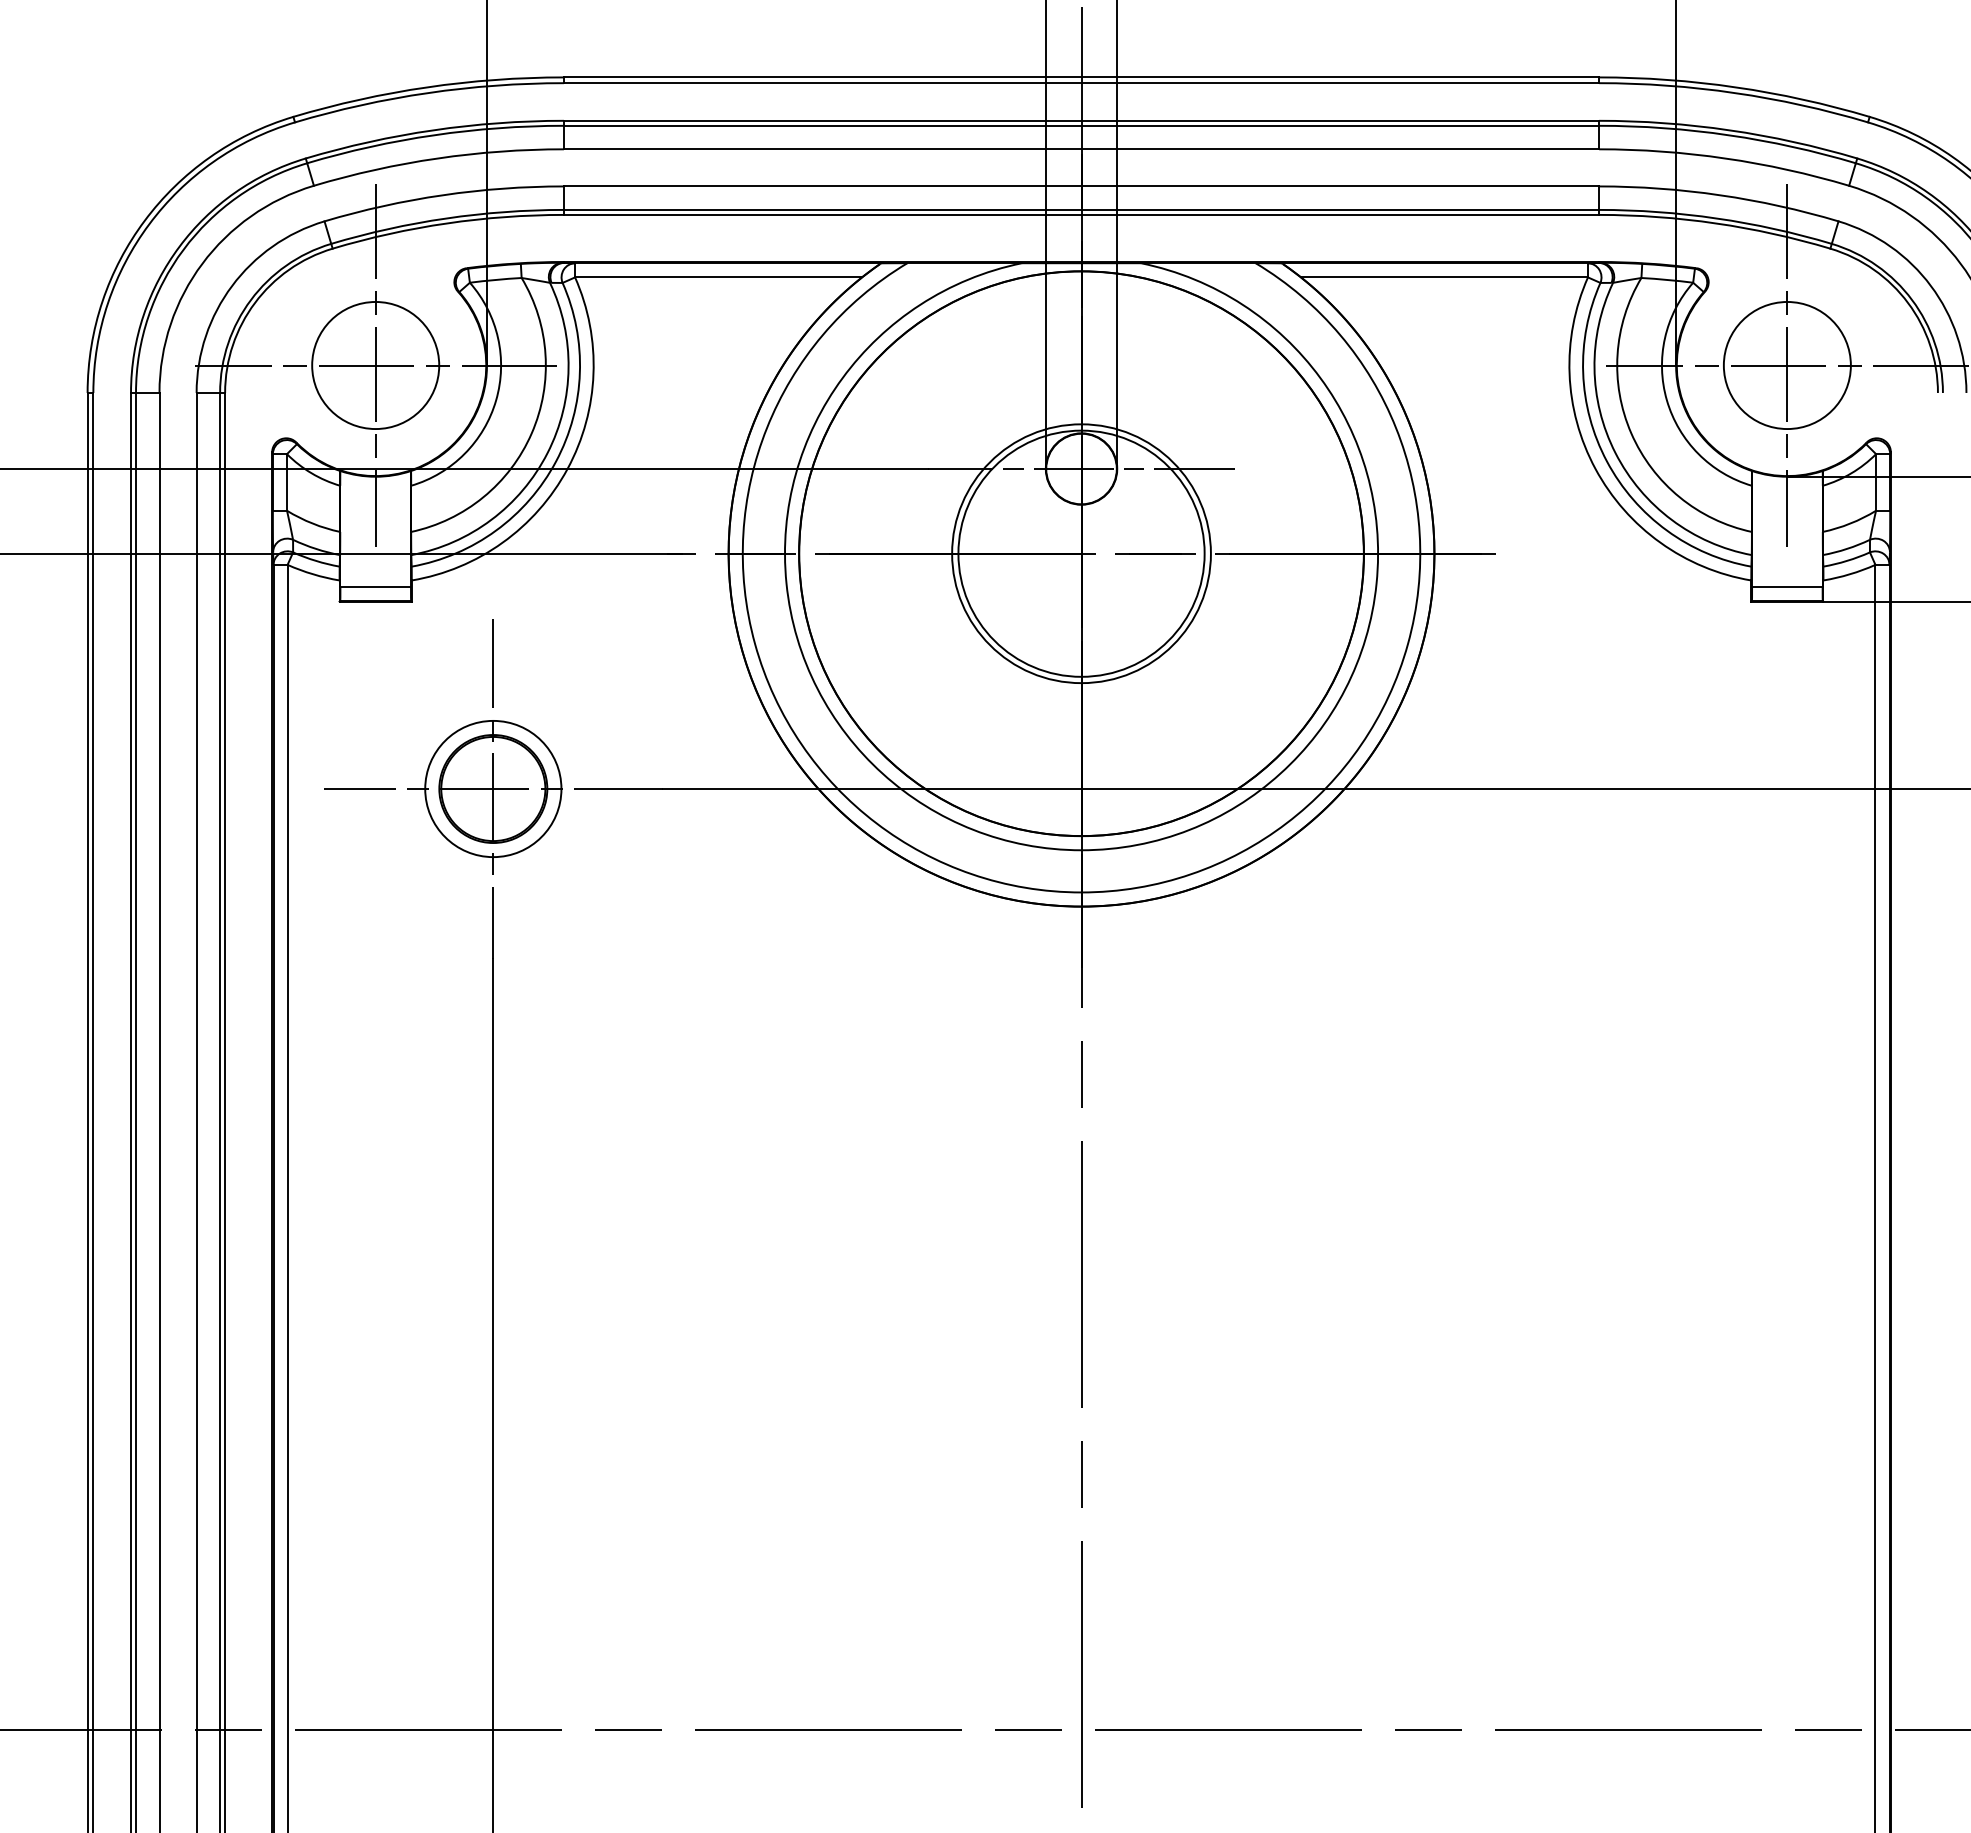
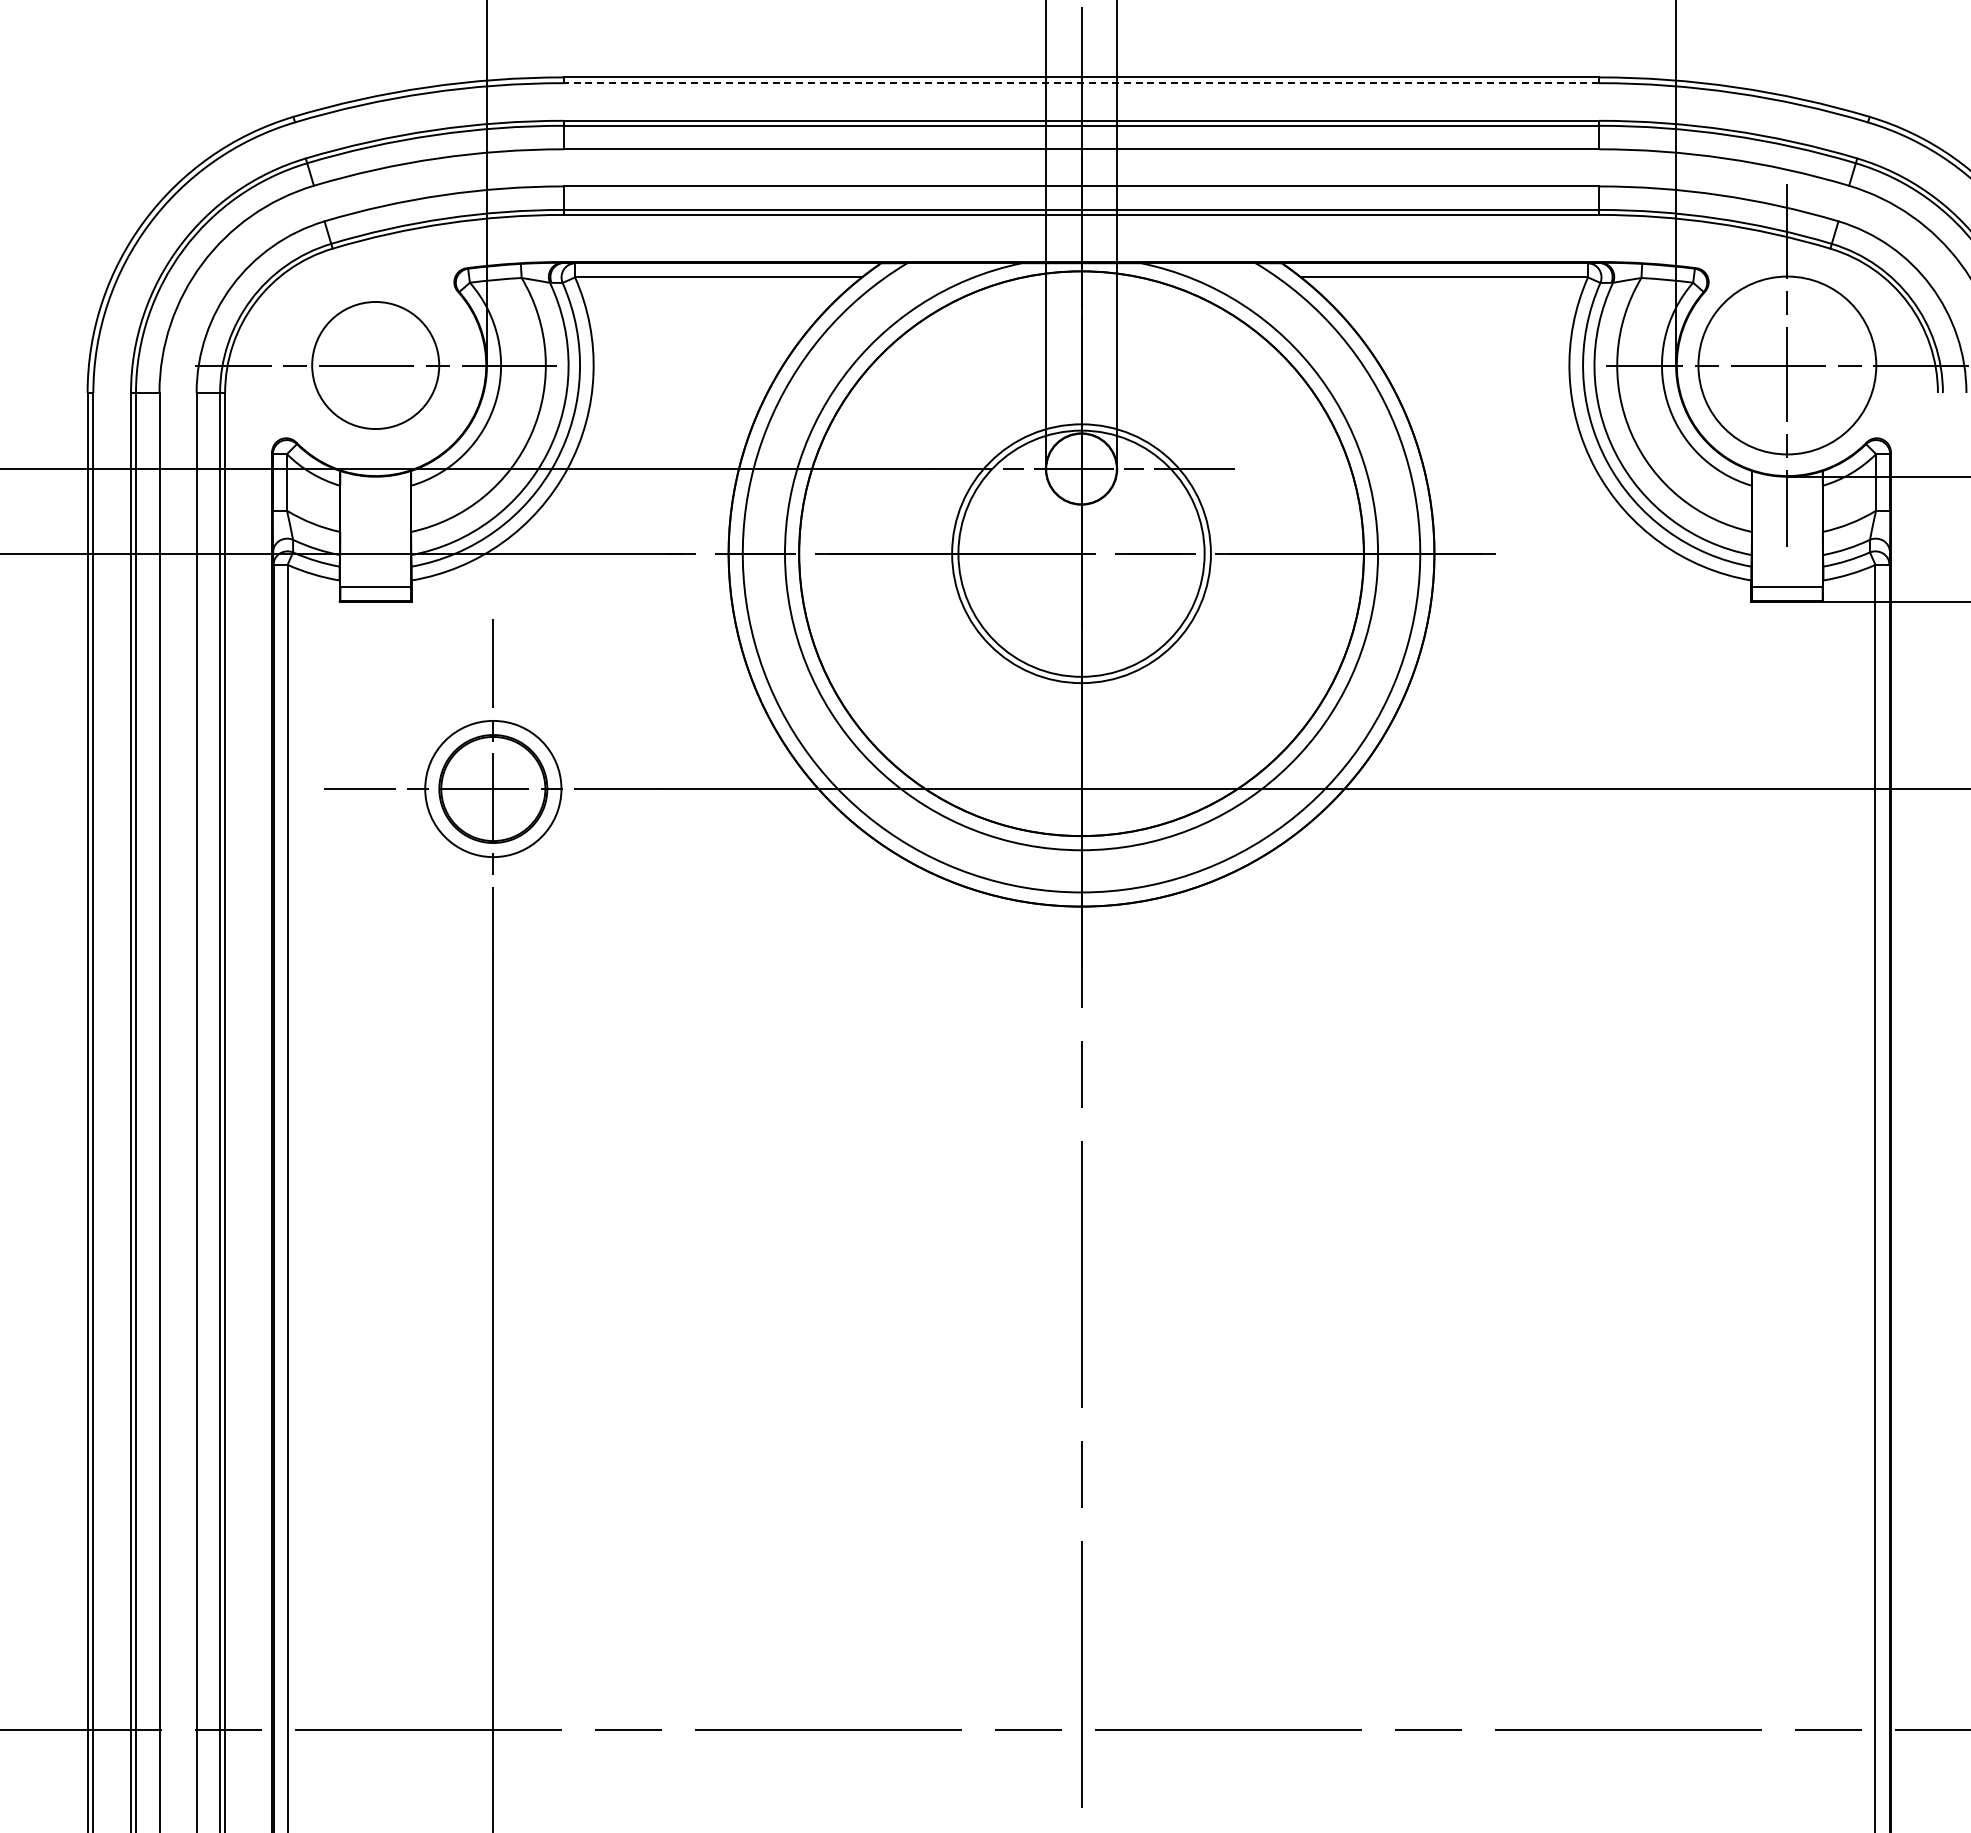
line at (1081, 83): solid -> dashed
line at (375, 365): present -> none
circle at (1786, 365) diameter: 127 px -> 178 px
